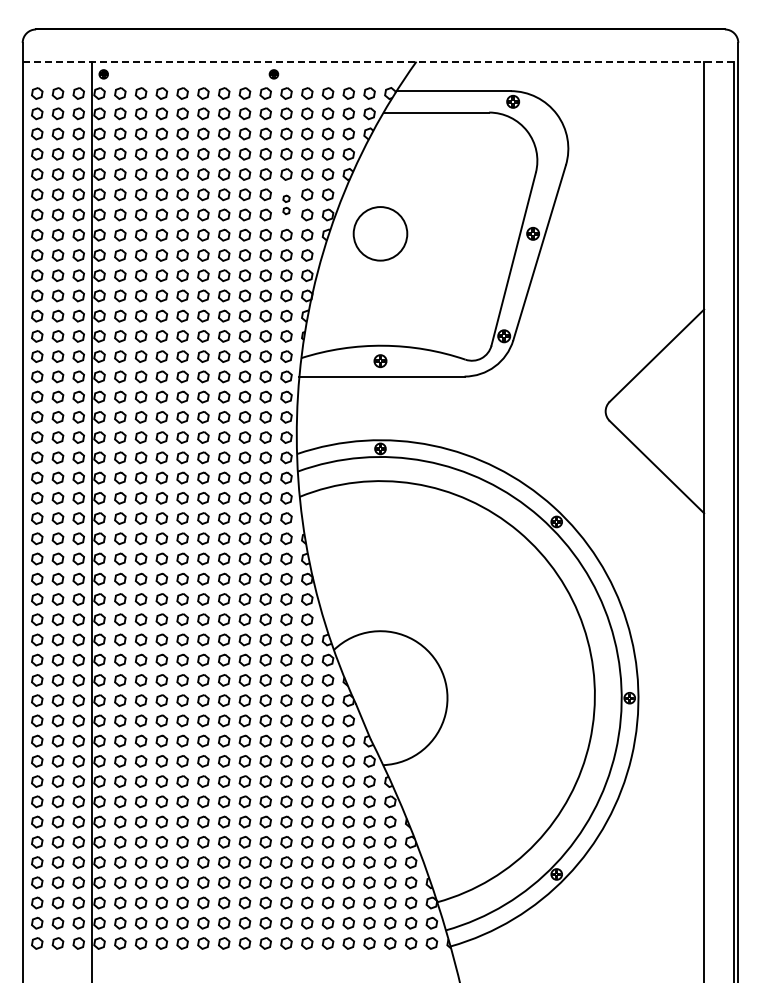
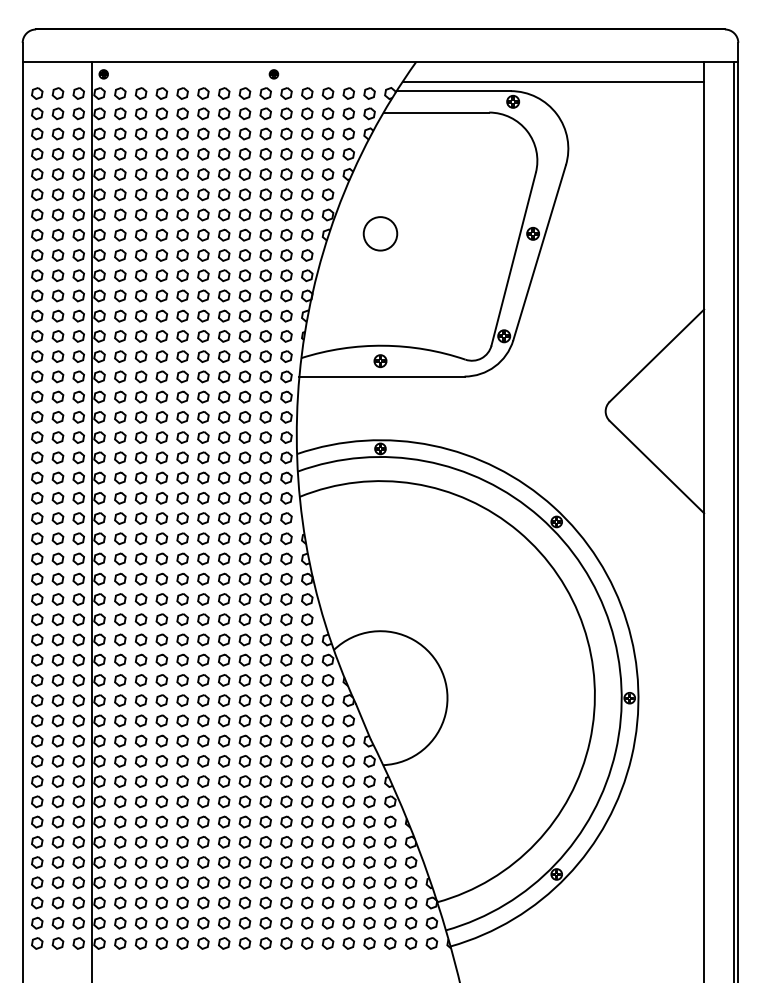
line at (380, 61): dashed -> solid
line at (553, 81): none -> present
part at (286, 204) size: 9x22 px -> 13x34 px
circle at (380, 233) diameter: 54 px -> 34 px
